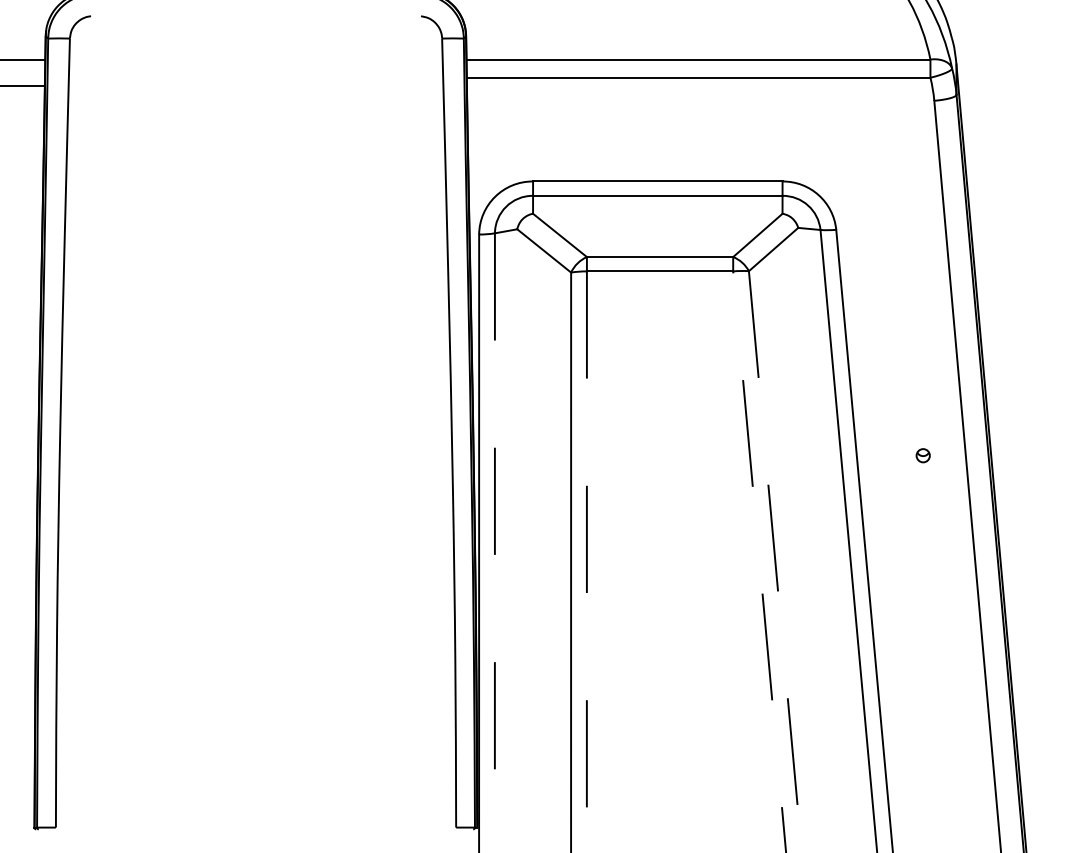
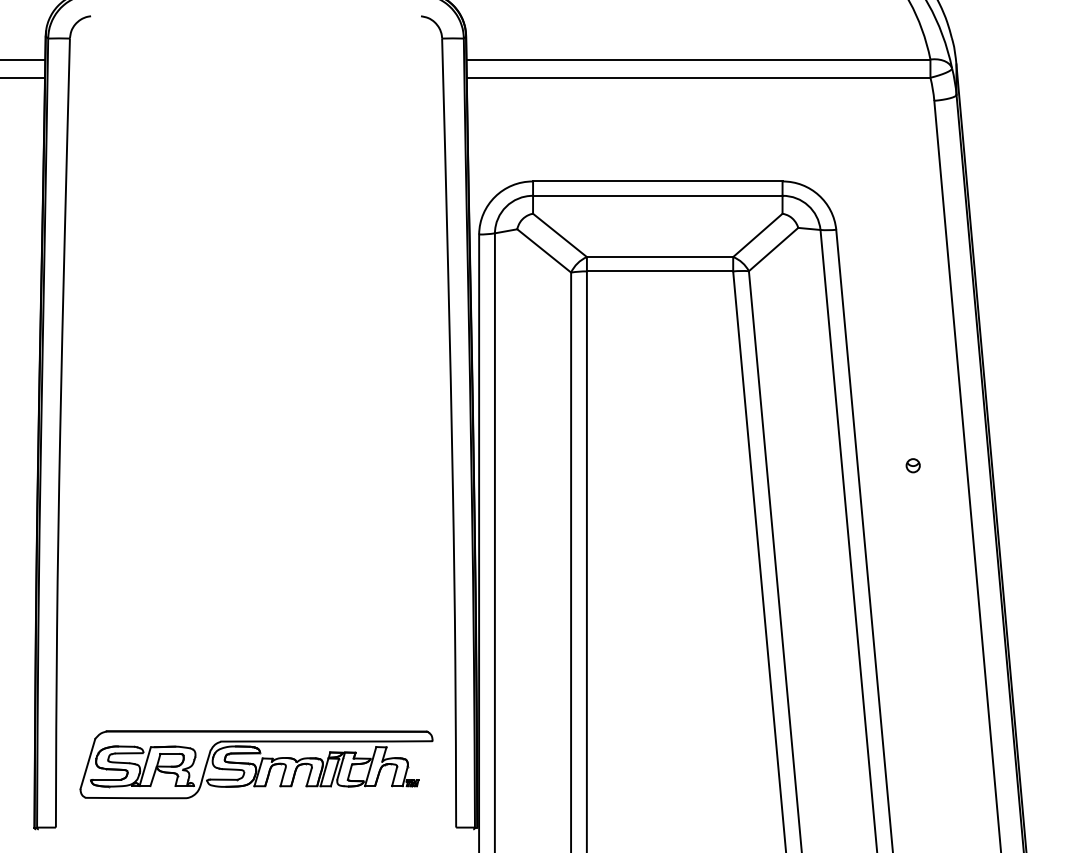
line at (23, 85) position: (23, 85) -> (23, 77)
part at (922, 455) position: (922, 455) -> (912, 465)
line at (494, 543): dashed -> solid
line at (759, 561): dashed -> solid
line at (586, 562): dashed -> solid
line at (775, 562): dashed -> solid
part at (256, 764): none -> present
